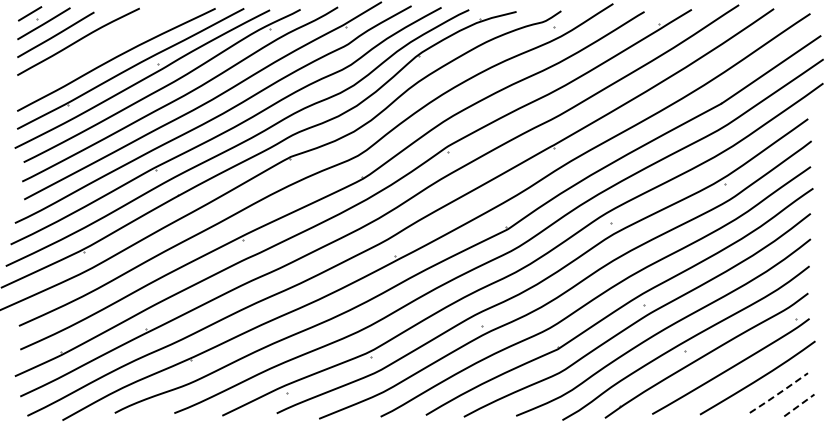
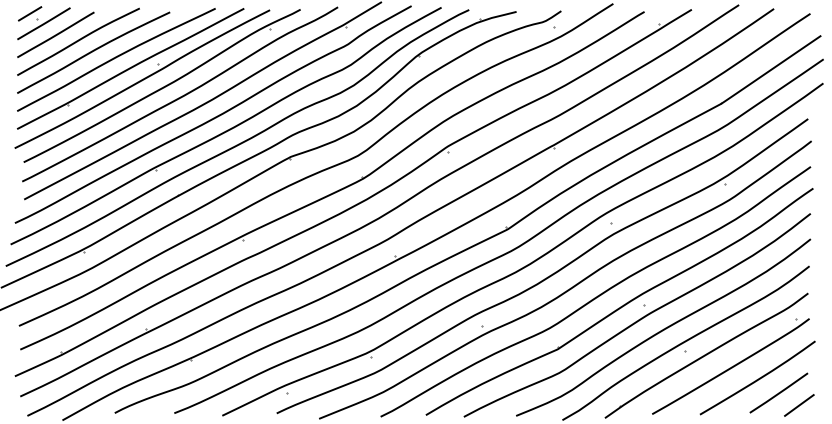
curve at (93, 51): none -> present
line at (779, 393): dashed -> solid
line at (799, 405): dashed -> solid
